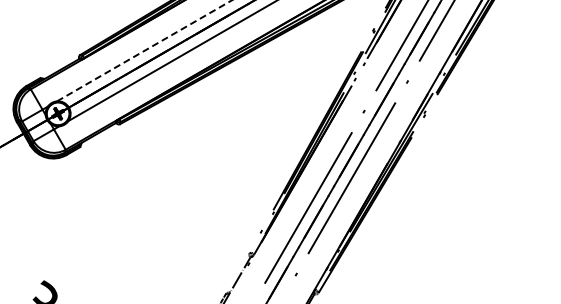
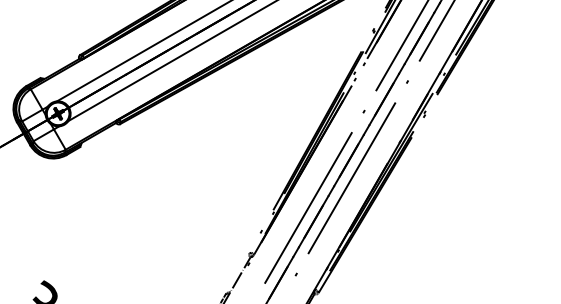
line at (145, 50): dashed -> solid
